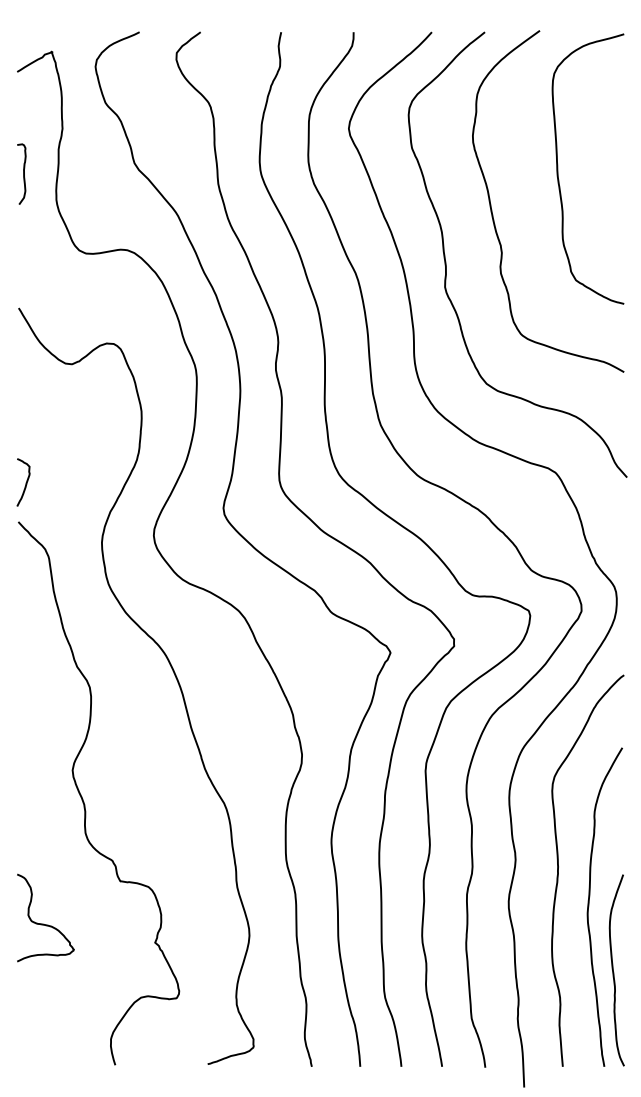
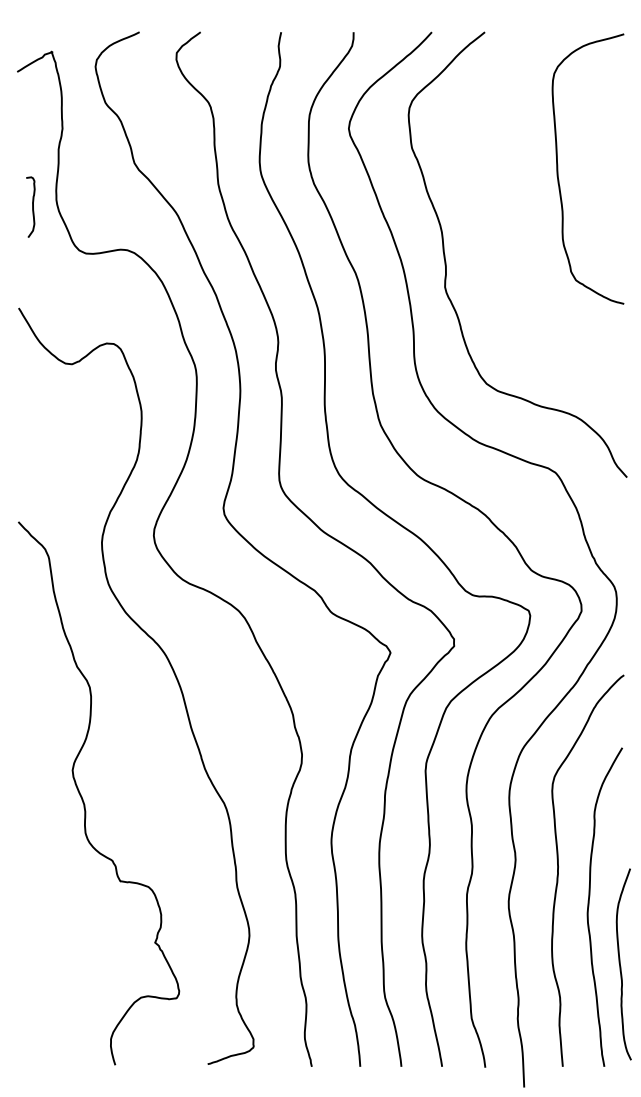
curve at (23, 173) position: (23, 173) -> (32, 206)
curve at (493, 214): present -> none
curve at (25, 482): present -> none
curve at (43, 923): present -> none
curve at (614, 972) position: (614, 972) -> (621, 966)
